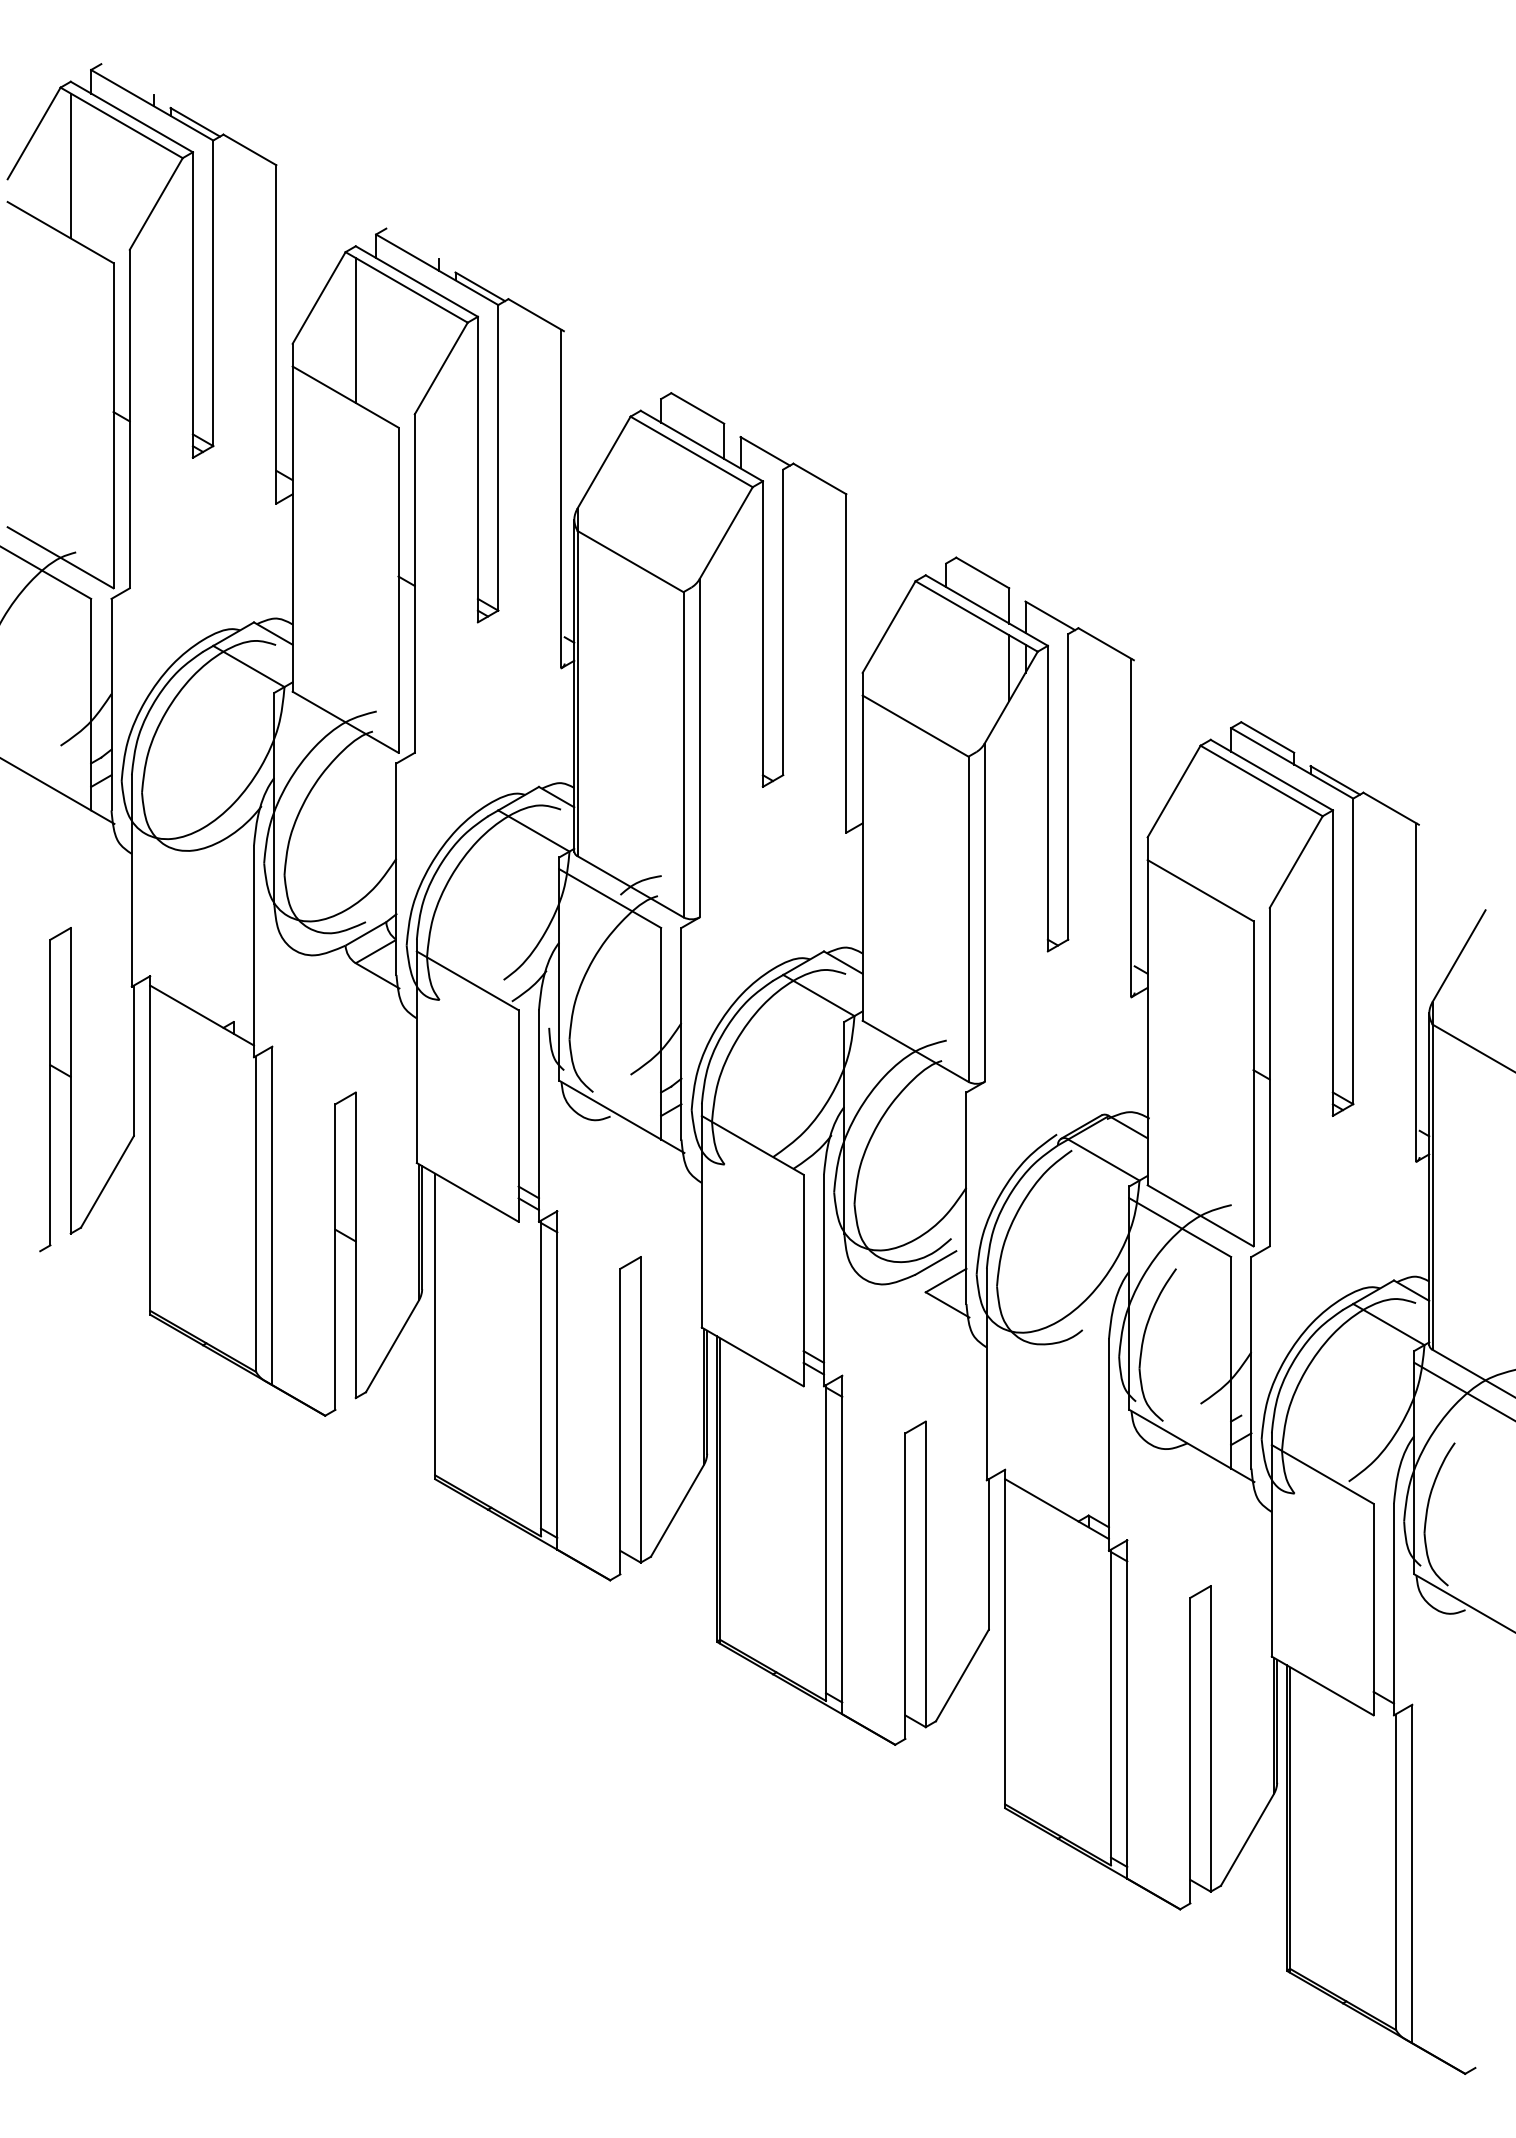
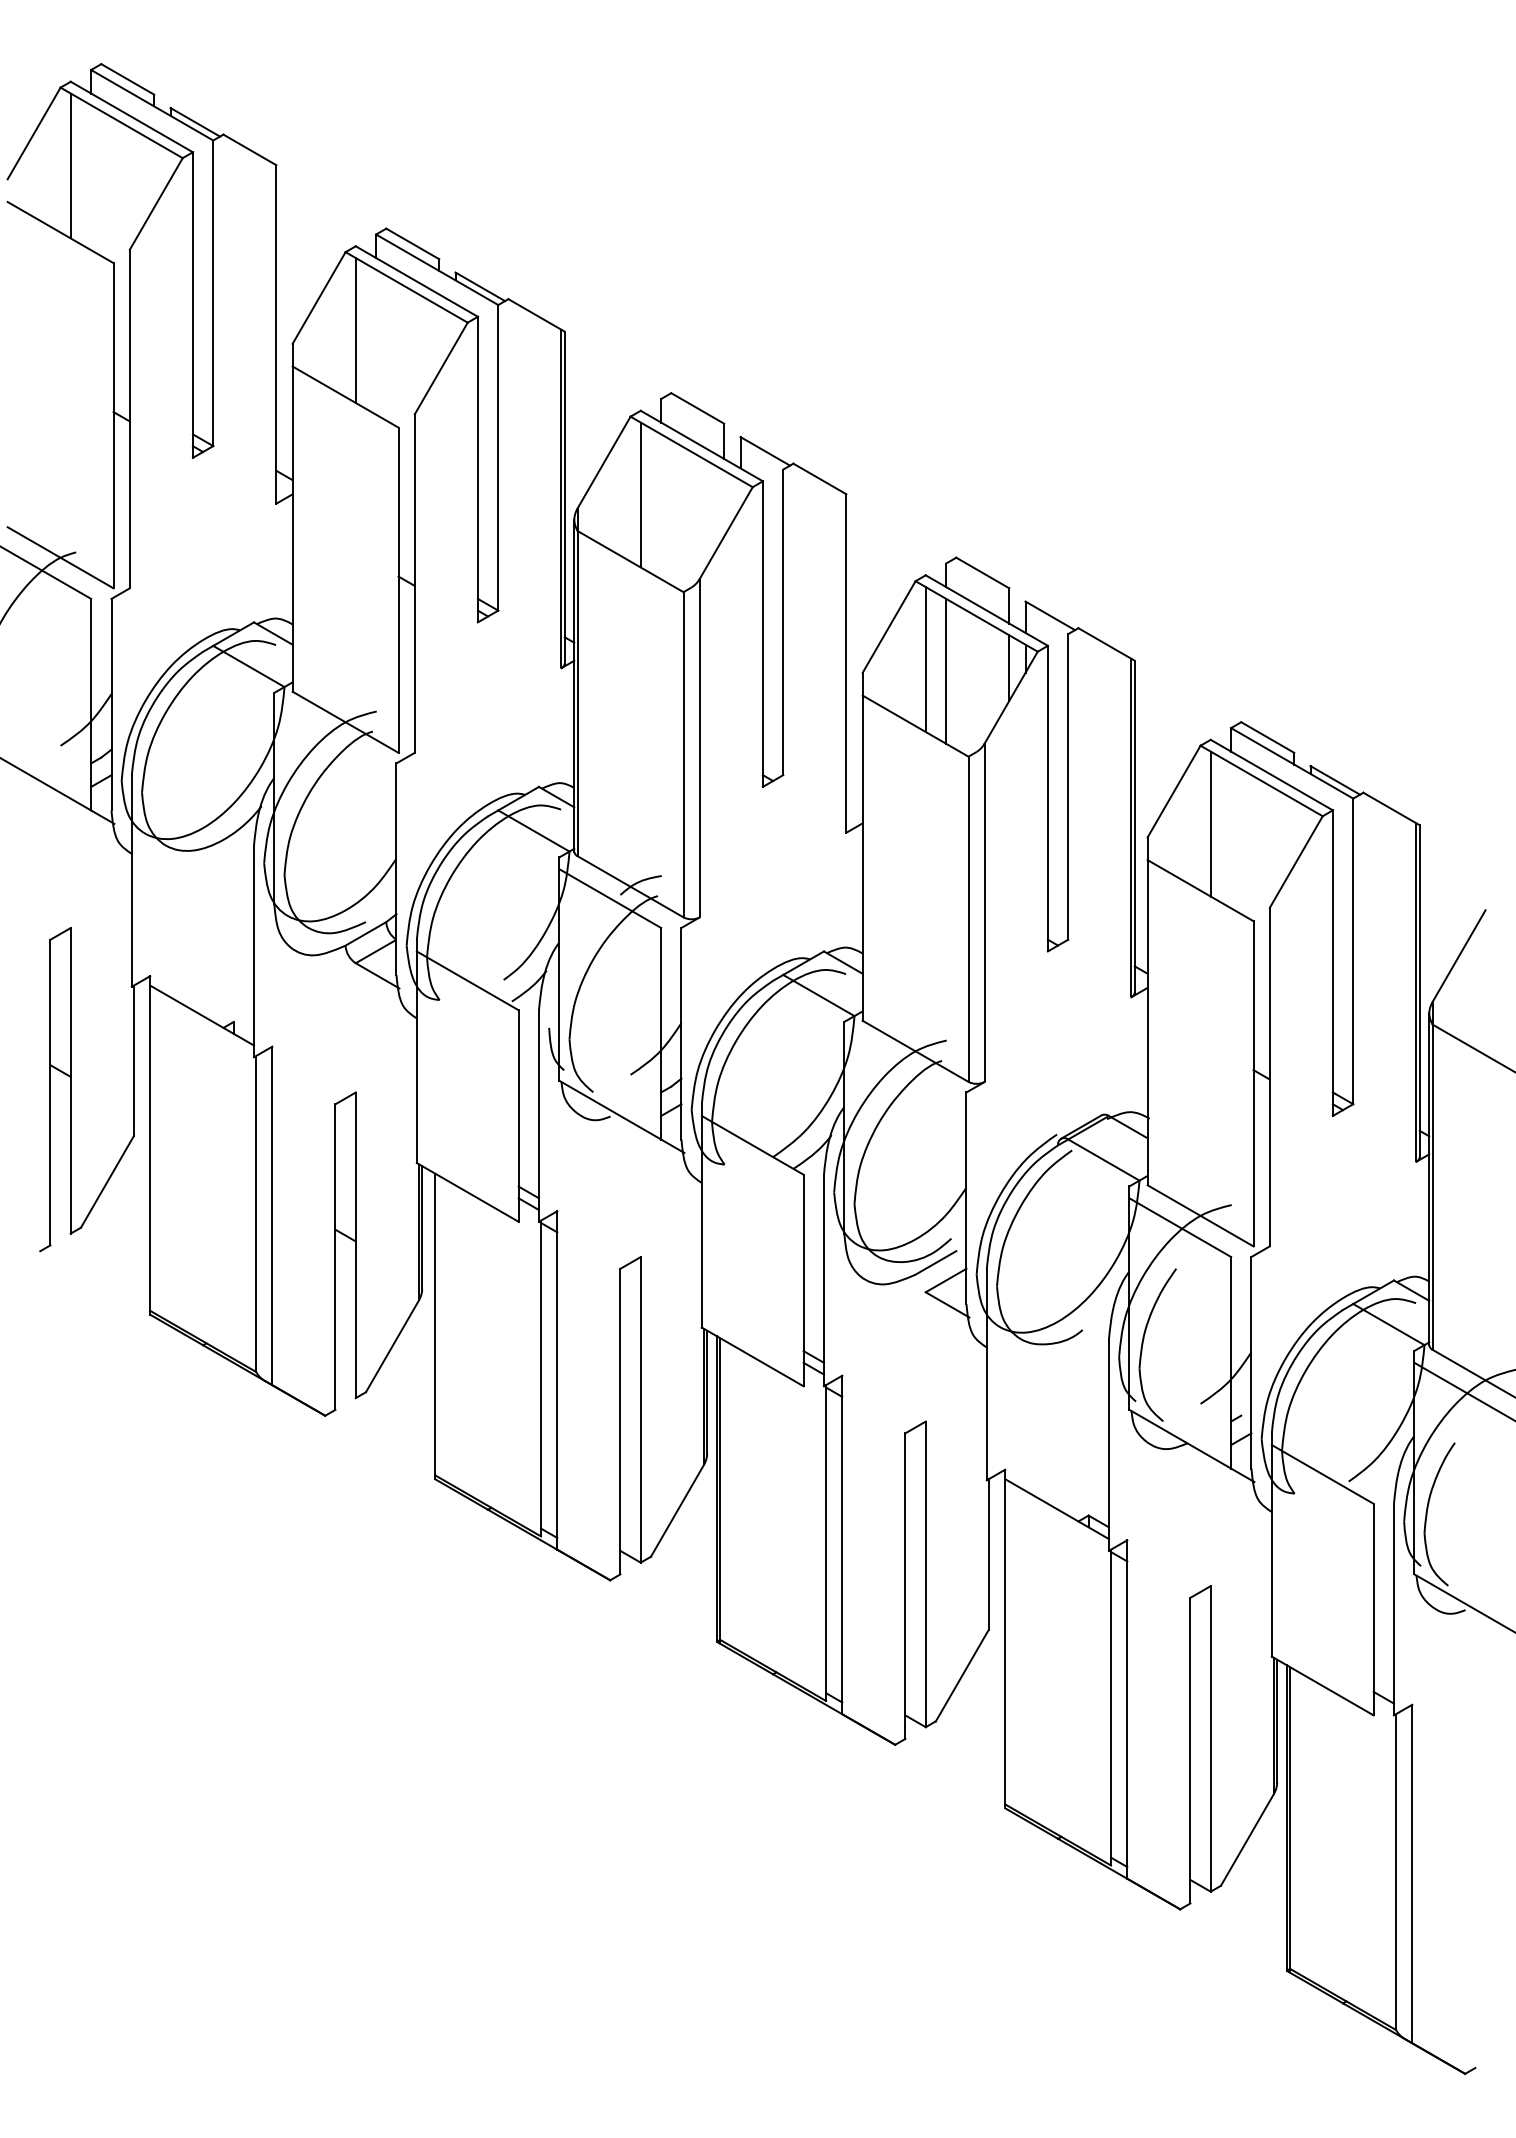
line at (127, 79): none -> present
line at (412, 243): none -> present
line at (640, 494): none -> present
line at (564, 497): none -> present
line at (925, 659): none -> present
line at (946, 670): none -> present
line at (1210, 823): none -> present
line at (1134, 826): none -> present
line at (1419, 991): none -> present
